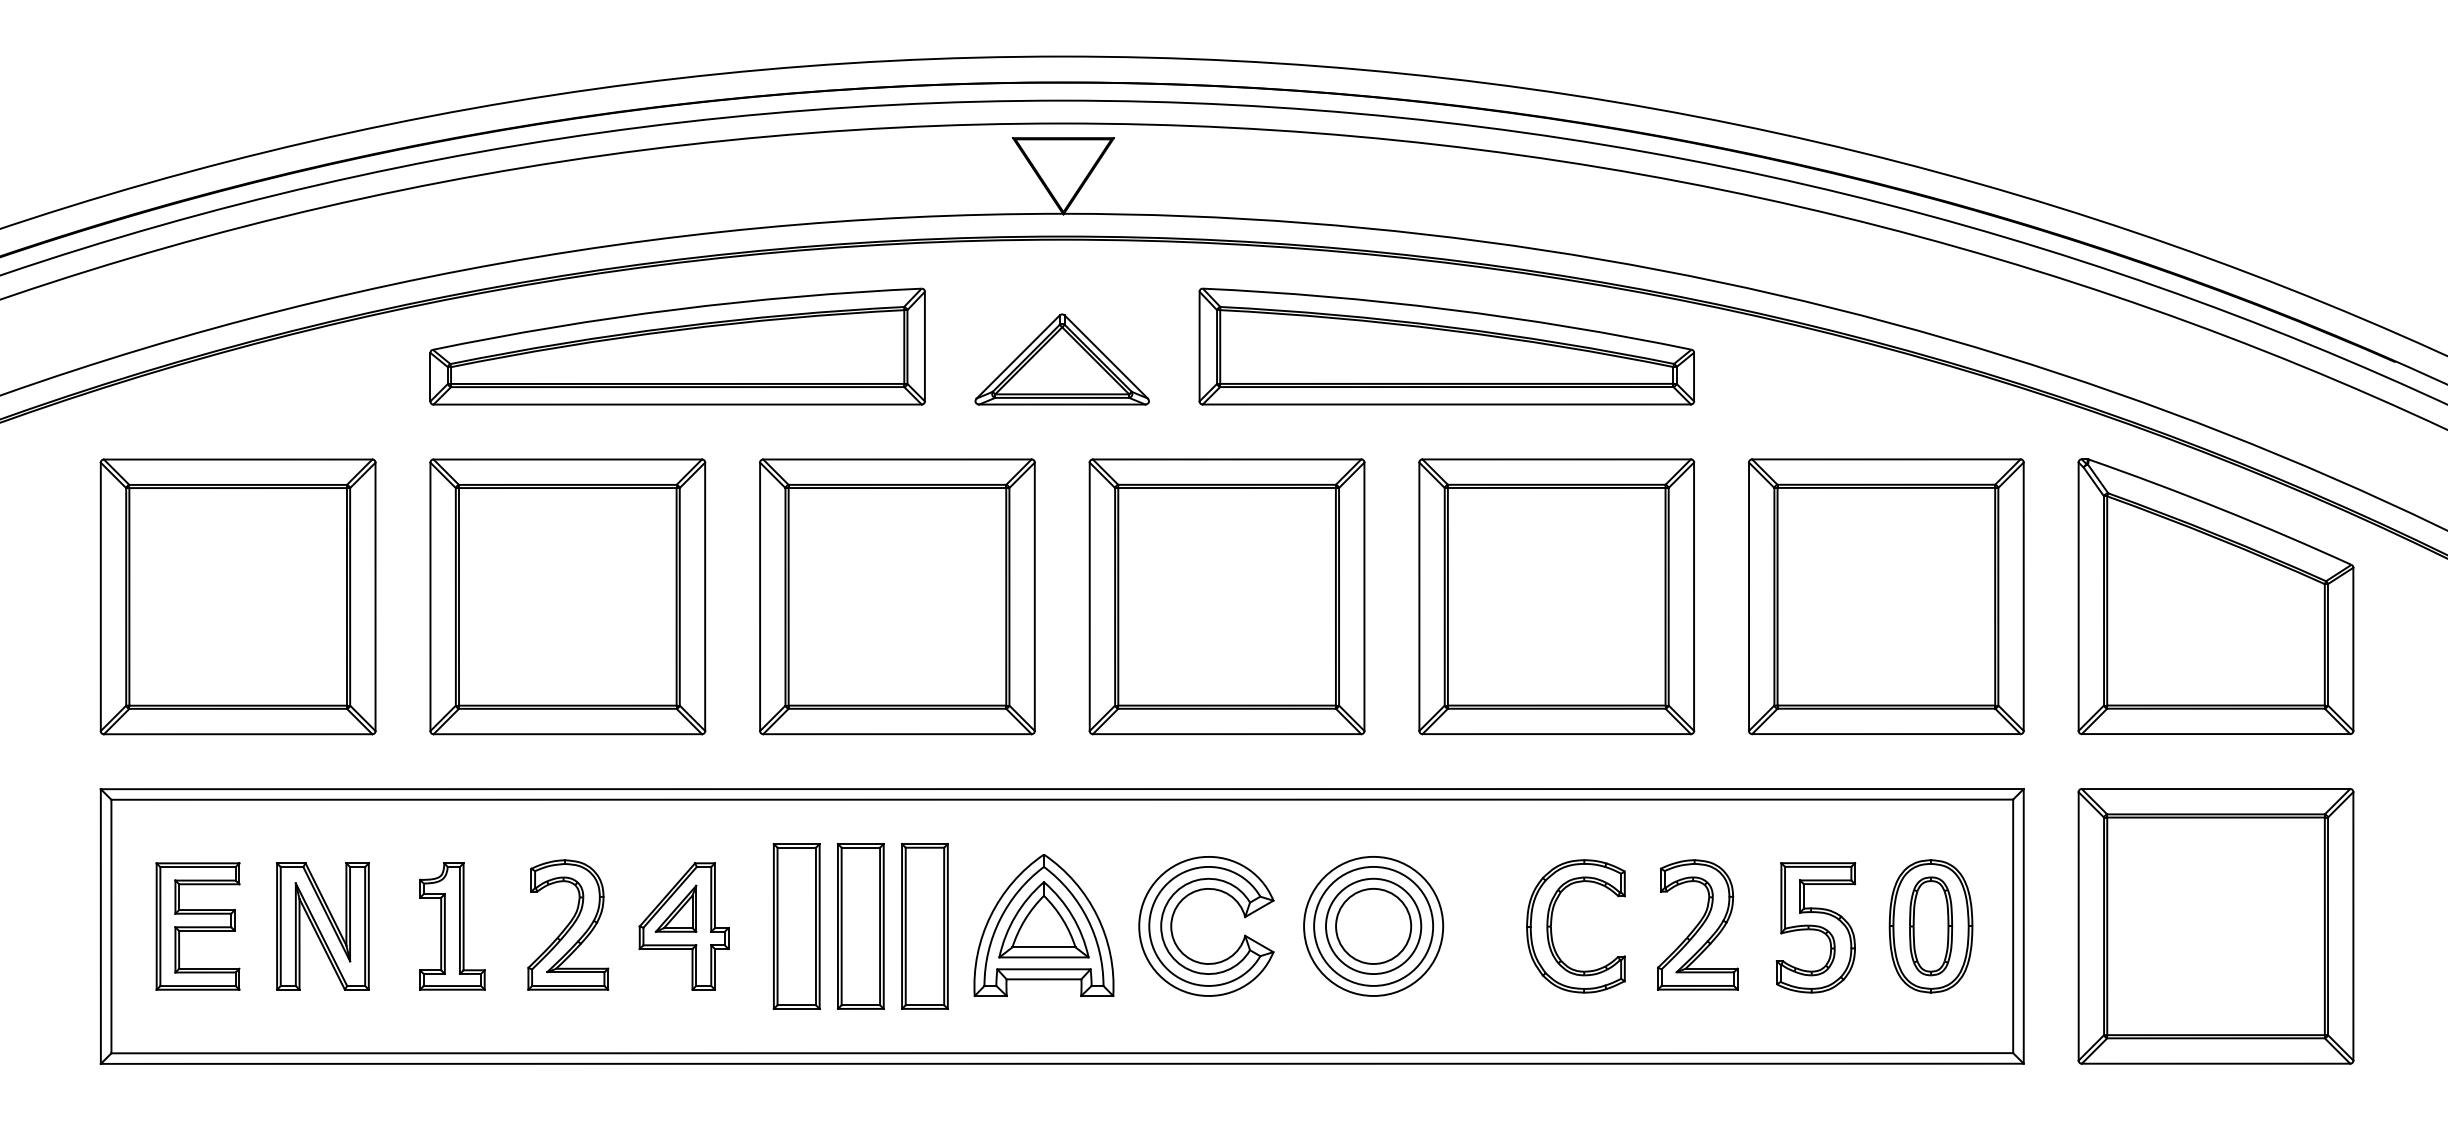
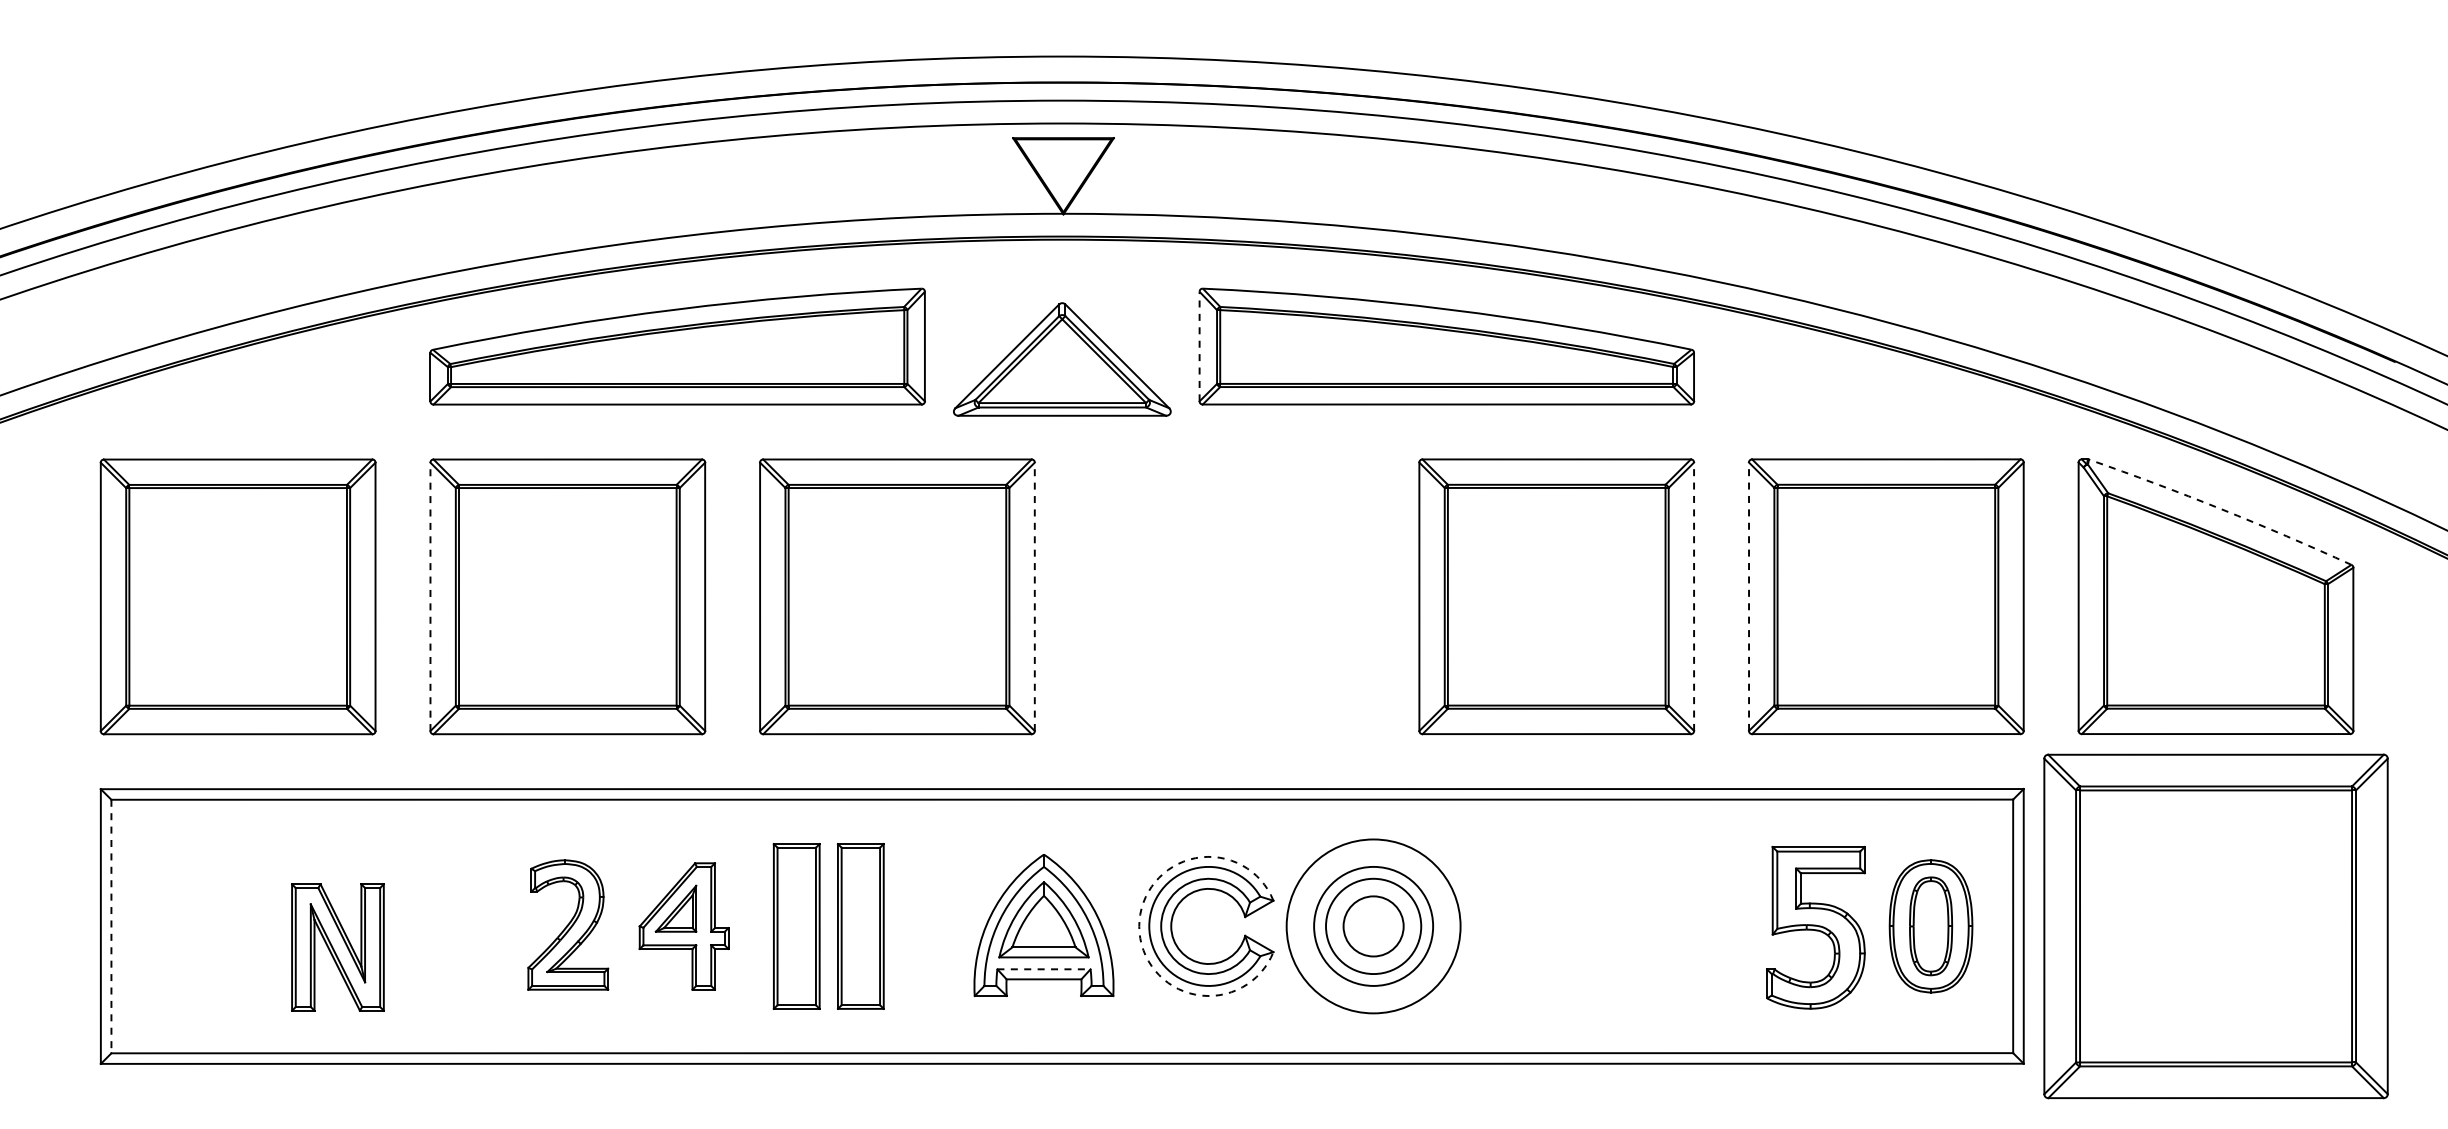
line at (1199, 346): solid -> dashed
part at (1061, 359) size: 176x93 px -> 219x115 px
arc at (2221, 509): solid -> dashed
line at (430, 596): solid -> dashed
line at (1034, 596): solid -> dashed
part at (1226, 596): present -> none
line at (1694, 596): solid -> dashed
line at (1749, 596): solid -> dashed
part at (1552, 921): present -> none
part at (1697, 924): present -> none
circle at (1373, 925) diameter: 139 px -> 174 px
part at (2215, 925) size: 278x278 px -> 346x347 px
line at (111, 926): solid -> dashed
part at (197, 926): present -> none
part at (322, 926) position: (322, 926) -> (337, 947)
part at (452, 926): present -> none
part at (924, 926): present -> none
arc at (1139, 926): solid -> dashed
circle at (1373, 926) diameter: 75 px -> 60 px
part at (1815, 927) size: 82x132 px -> 100x165 px
line at (1043, 969): solid -> dashed
